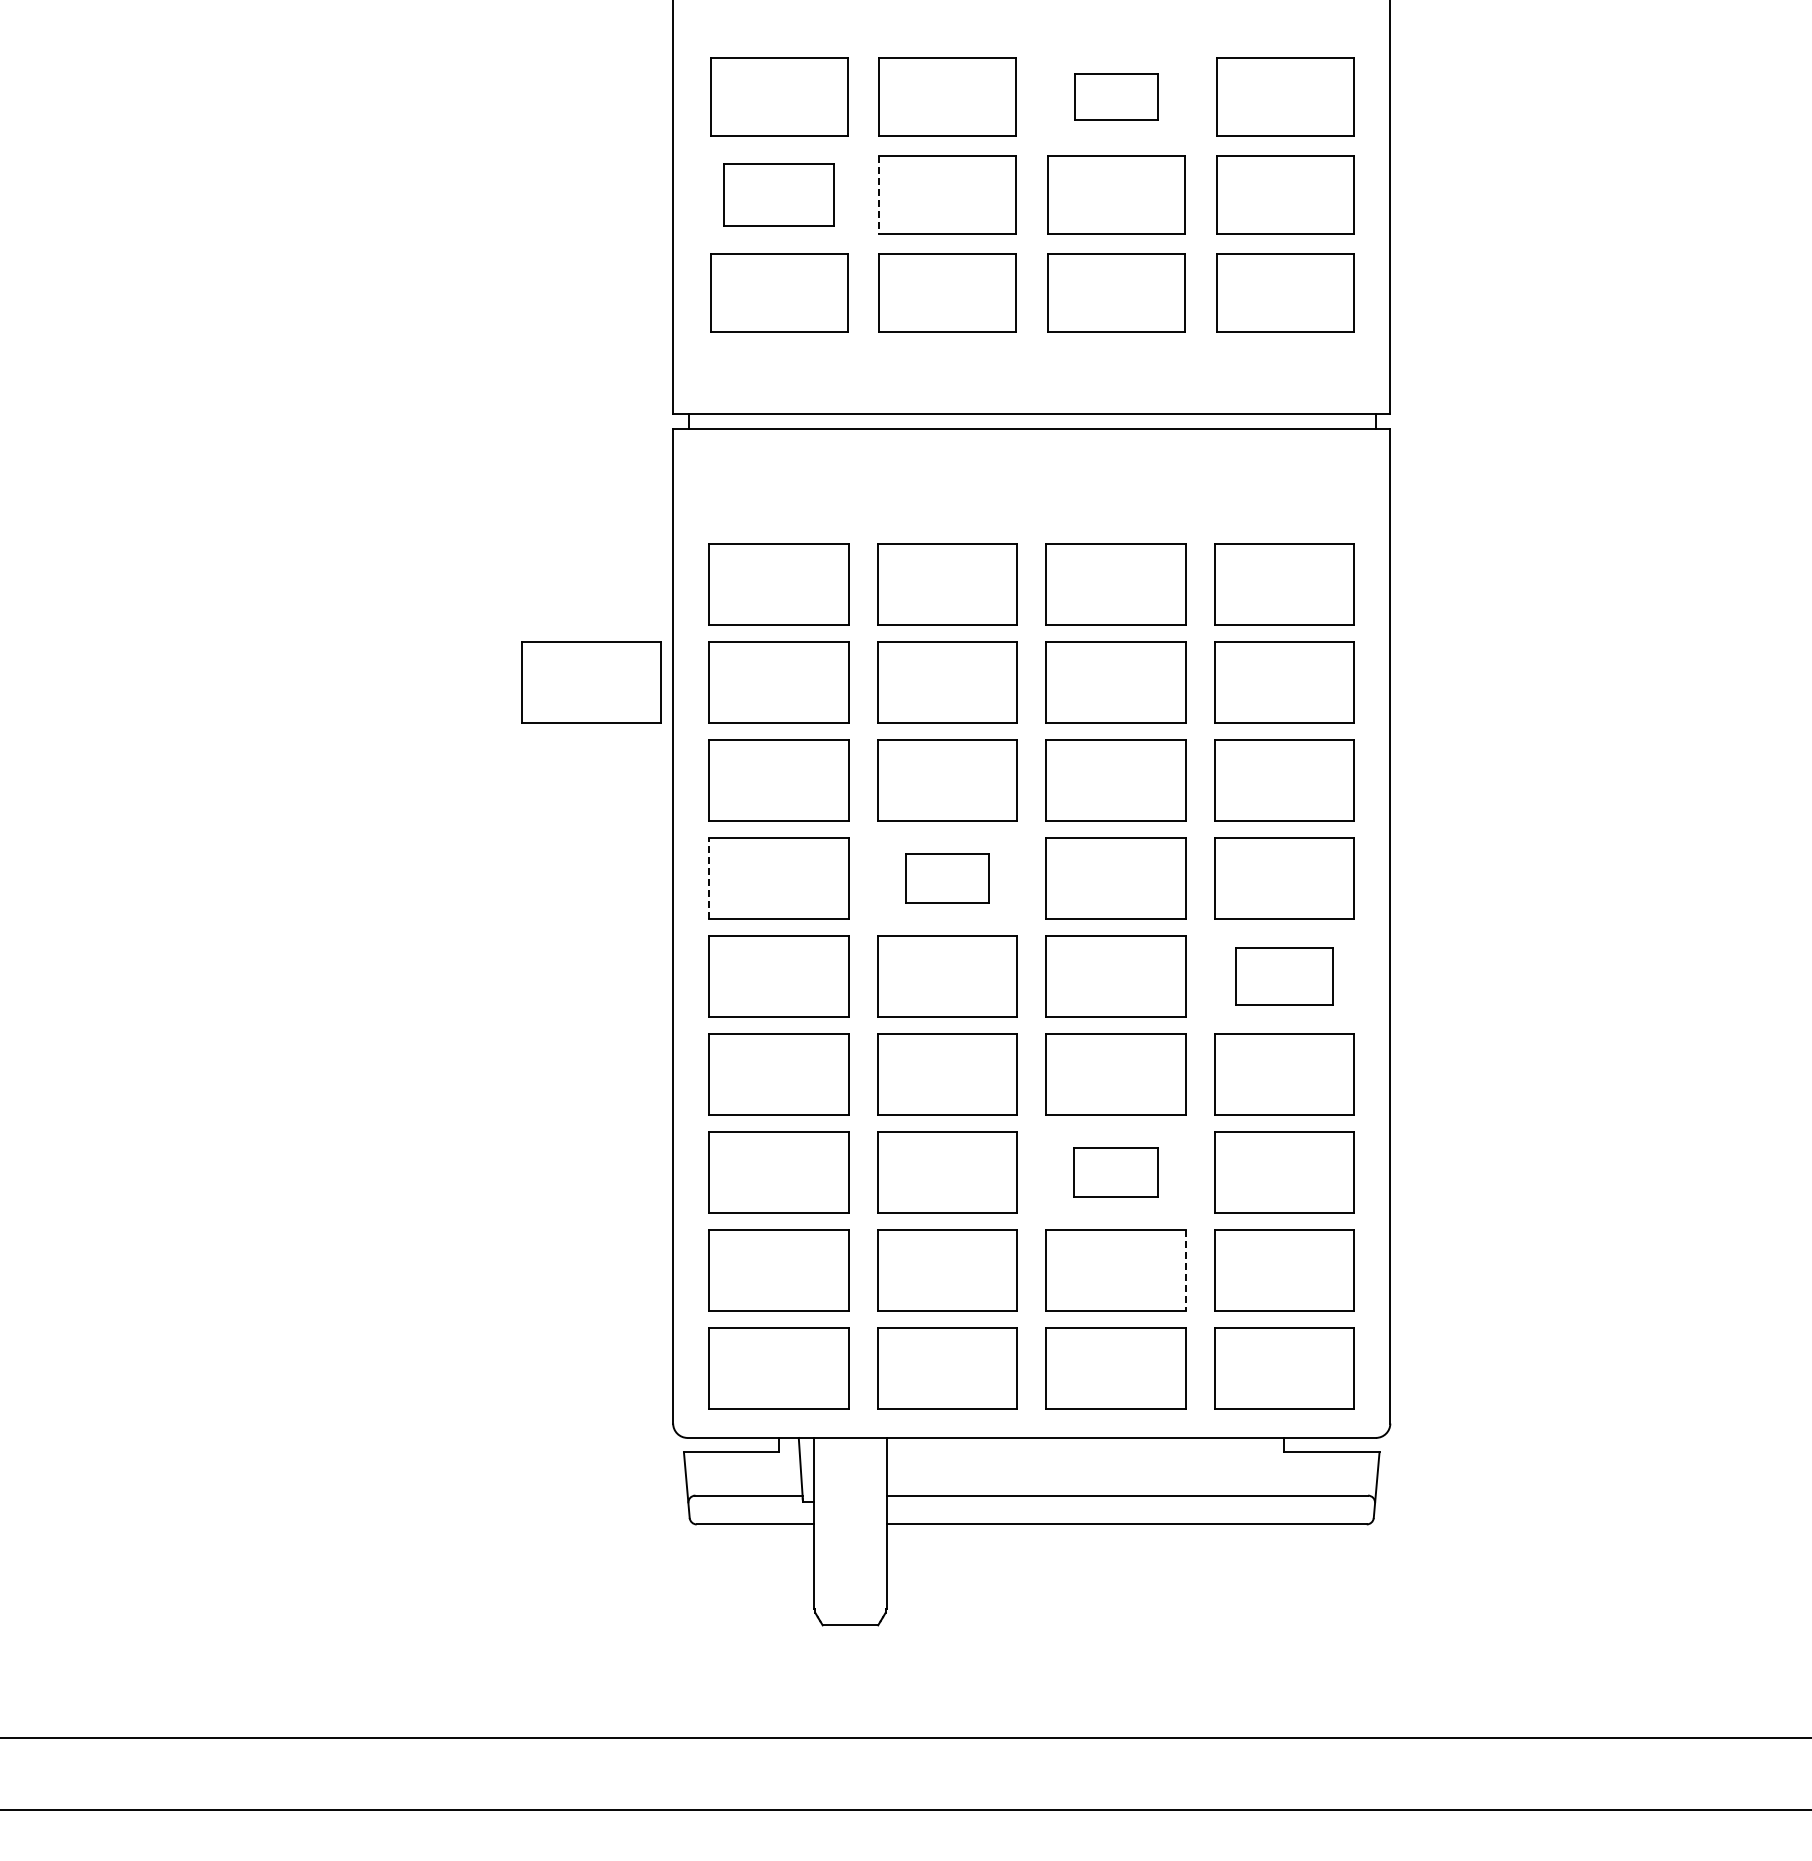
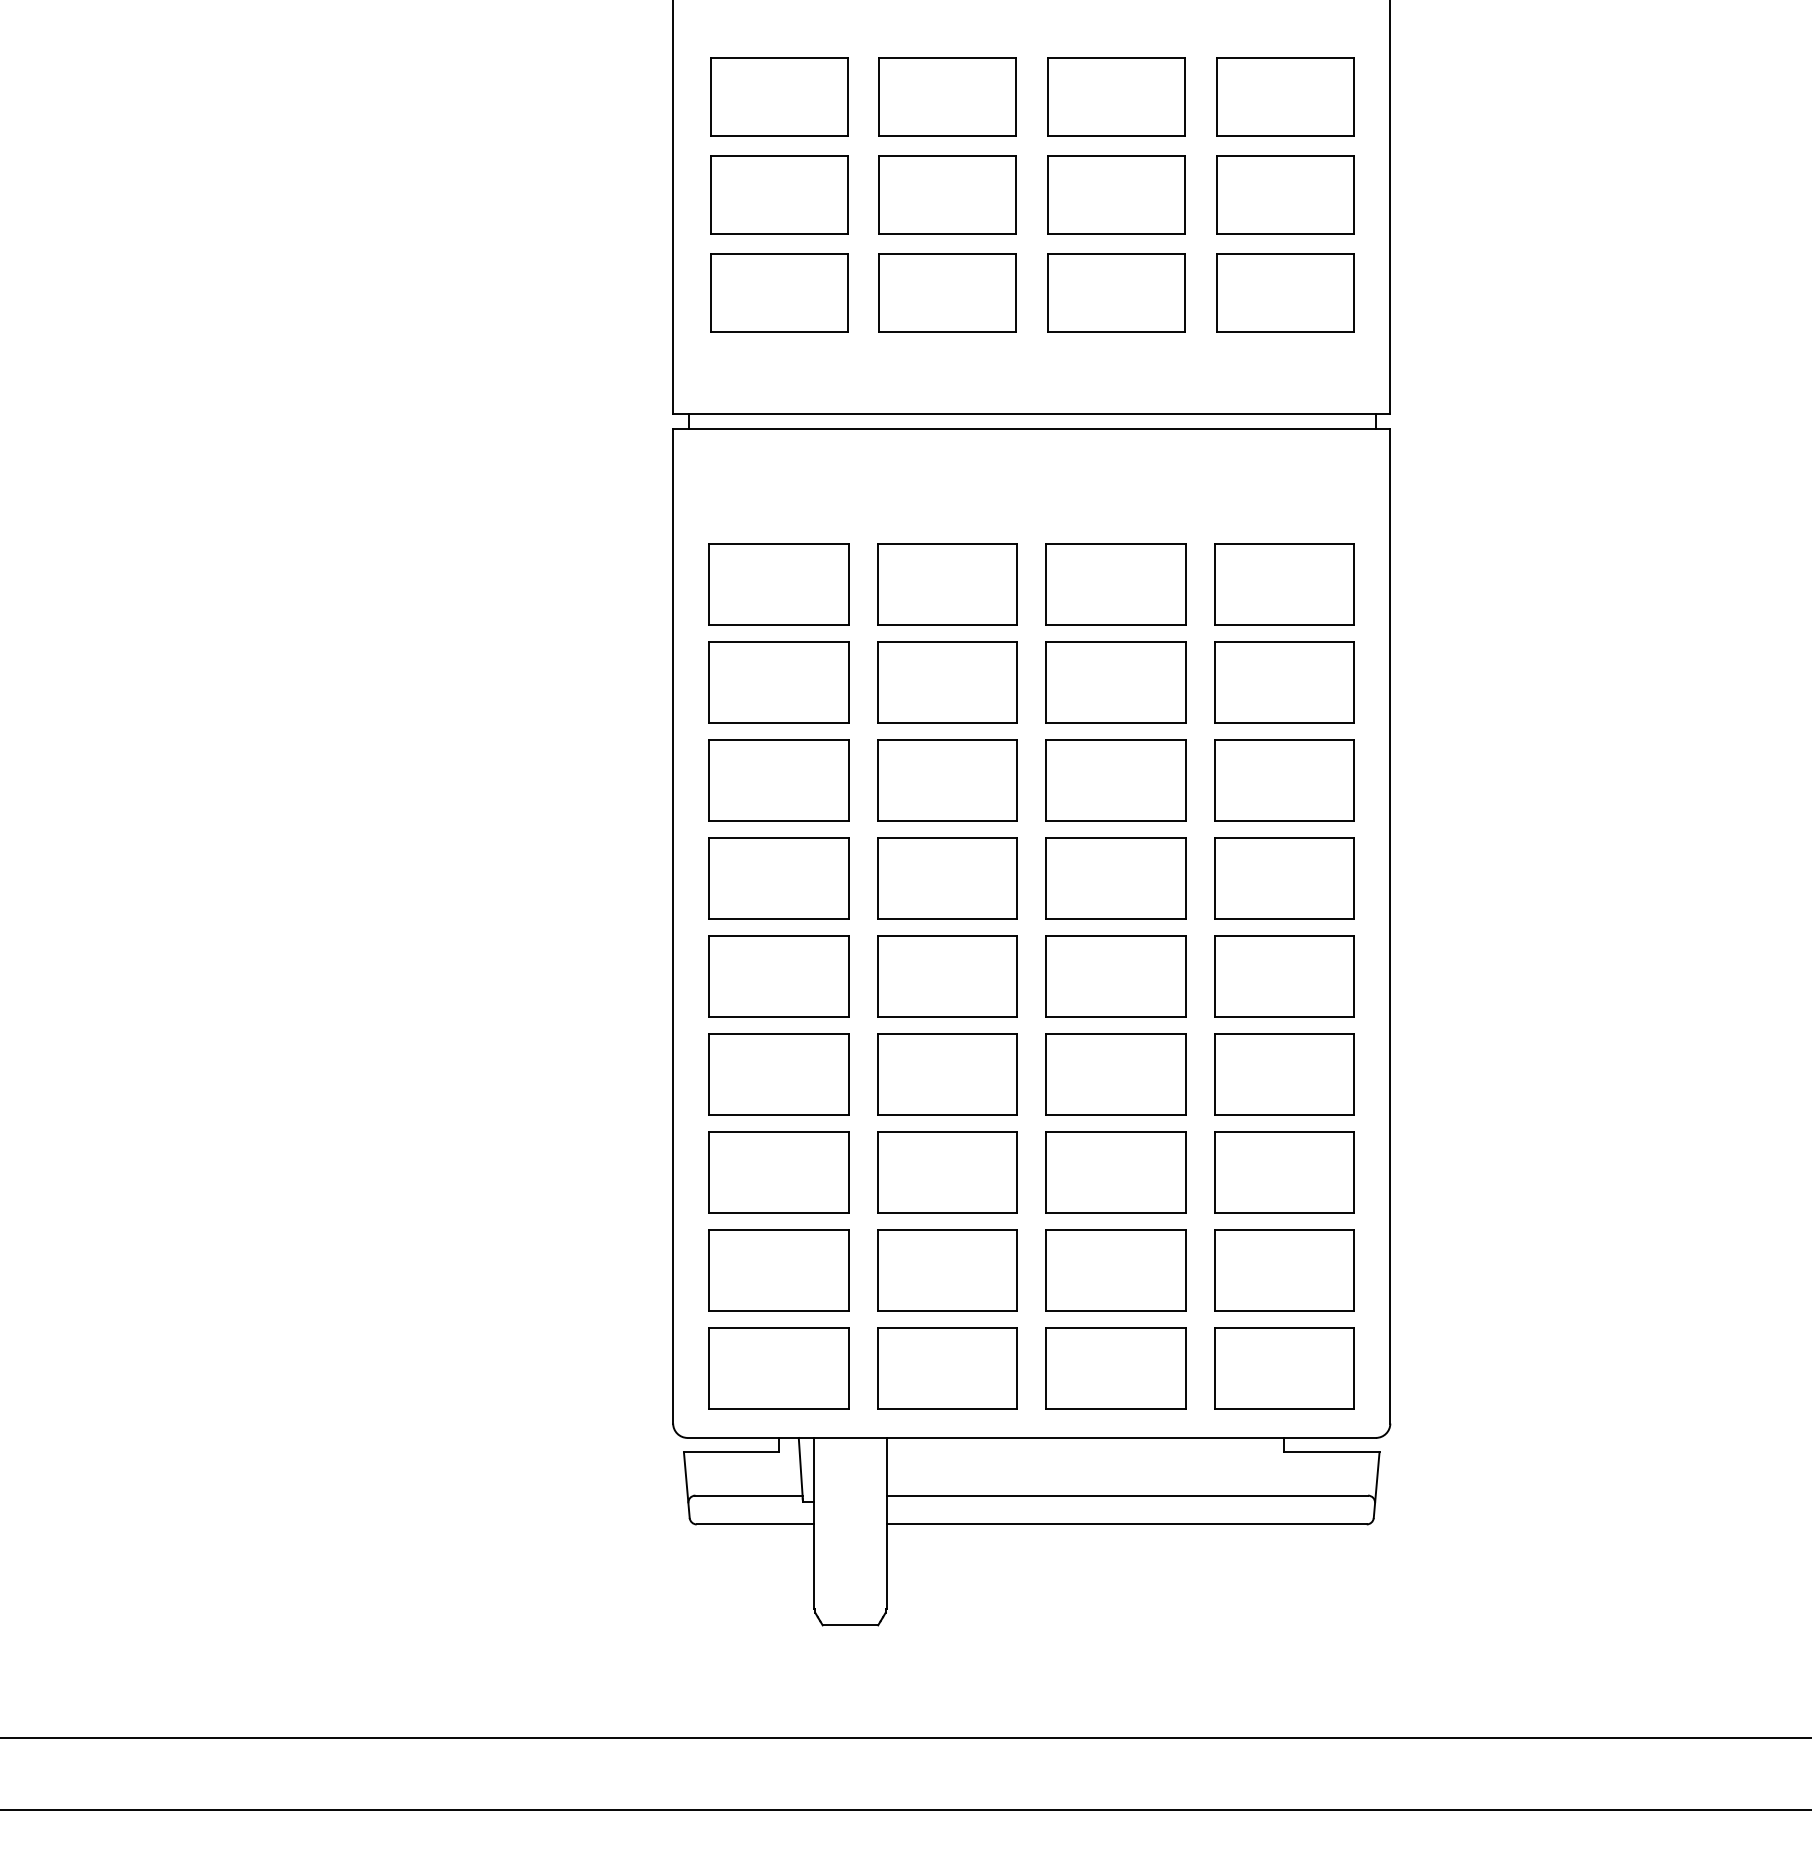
part at (1116, 96) size: 85x48 px -> 139x80 px
part at (778, 194) size: 112x64 px -> 139x80 px
line at (879, 195): dashed -> solid
part at (591, 682): present -> none
line at (709, 878): dashed -> solid
part at (947, 878) size: 85x51 px -> 141x83 px
part at (1284, 976) size: 99x59 px -> 141x83 px
part at (1115, 1172) size: 86x51 px -> 142x83 px
line at (1185, 1271): dashed -> solid
